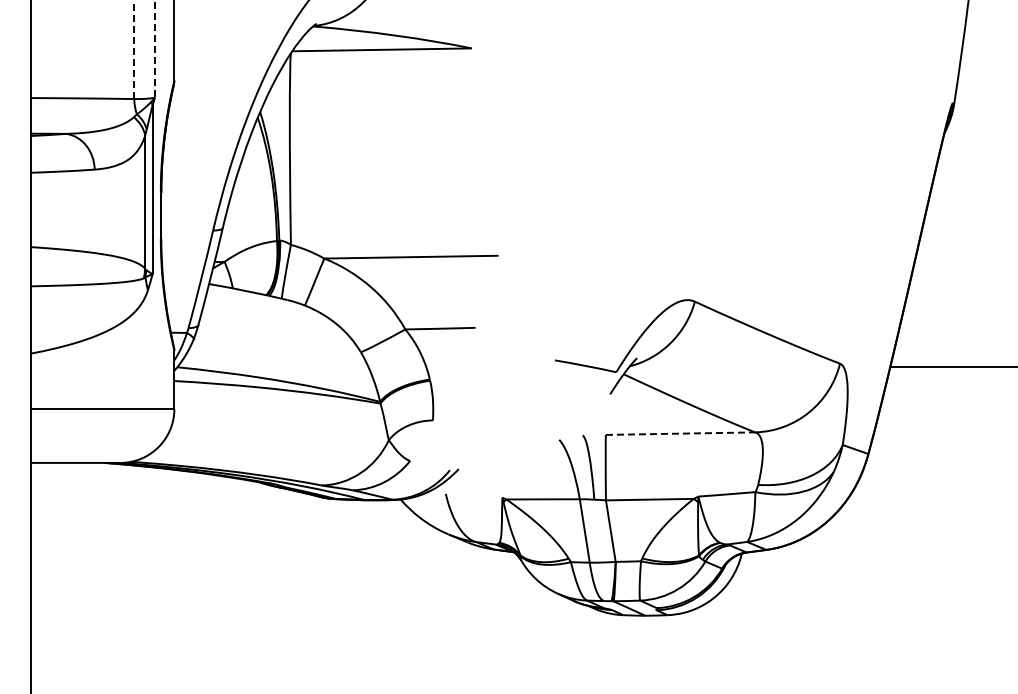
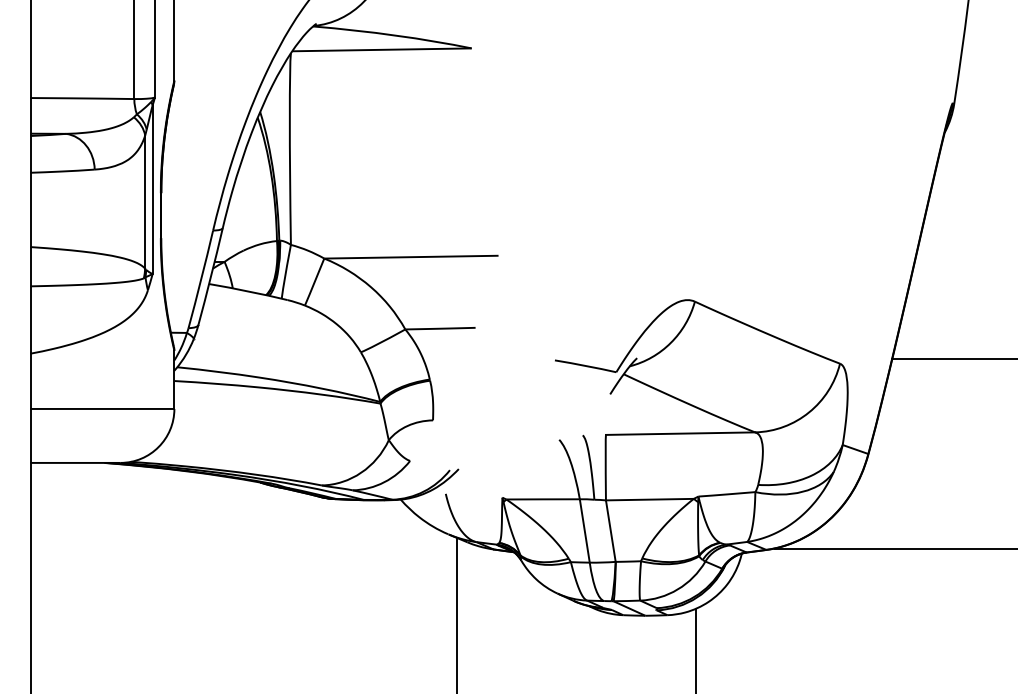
line at (134, 49): dashed -> solid
line at (154, 49): dashed -> solid
line at (953, 367) position: (953, 367) -> (953, 359)
line at (680, 433): dashed -> solid
line at (894, 548): none -> present
line at (457, 613): none -> present
line at (695, 649): none -> present
